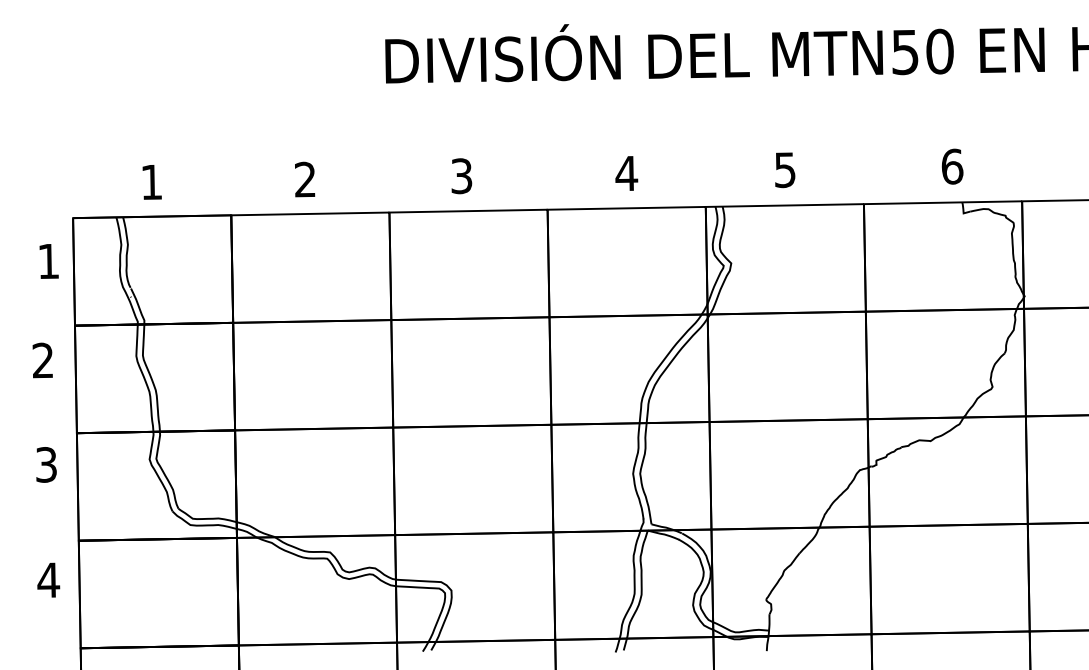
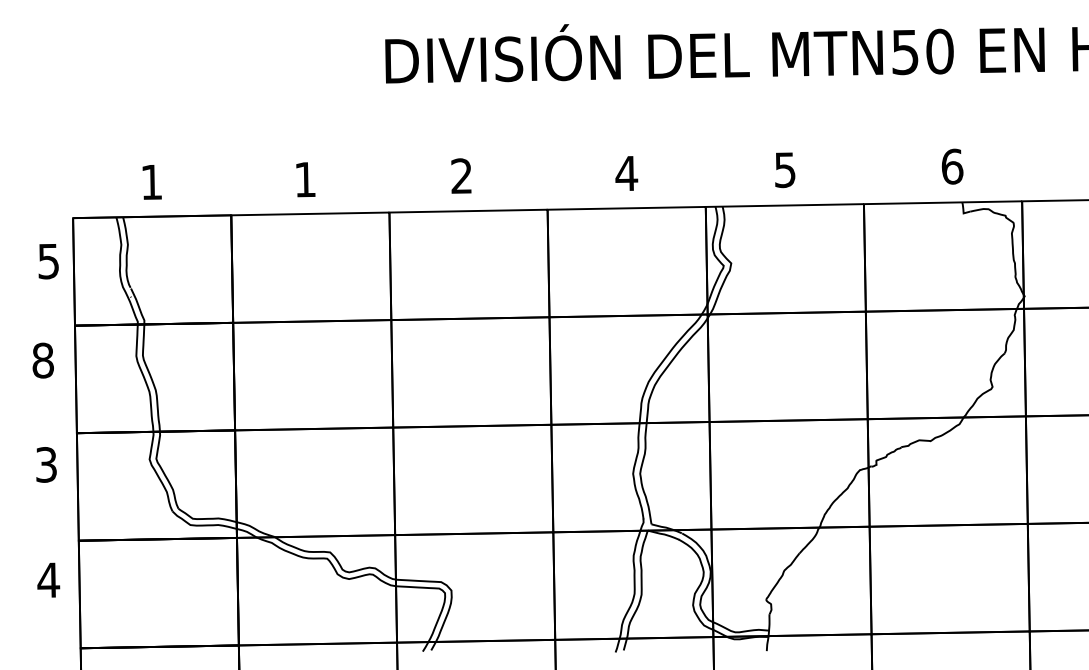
text at (461, 176): 3 -> 2
text at (305, 179): 2 -> 1
text at (48, 261): 1 -> 5
text at (42, 360): 2 -> 8
